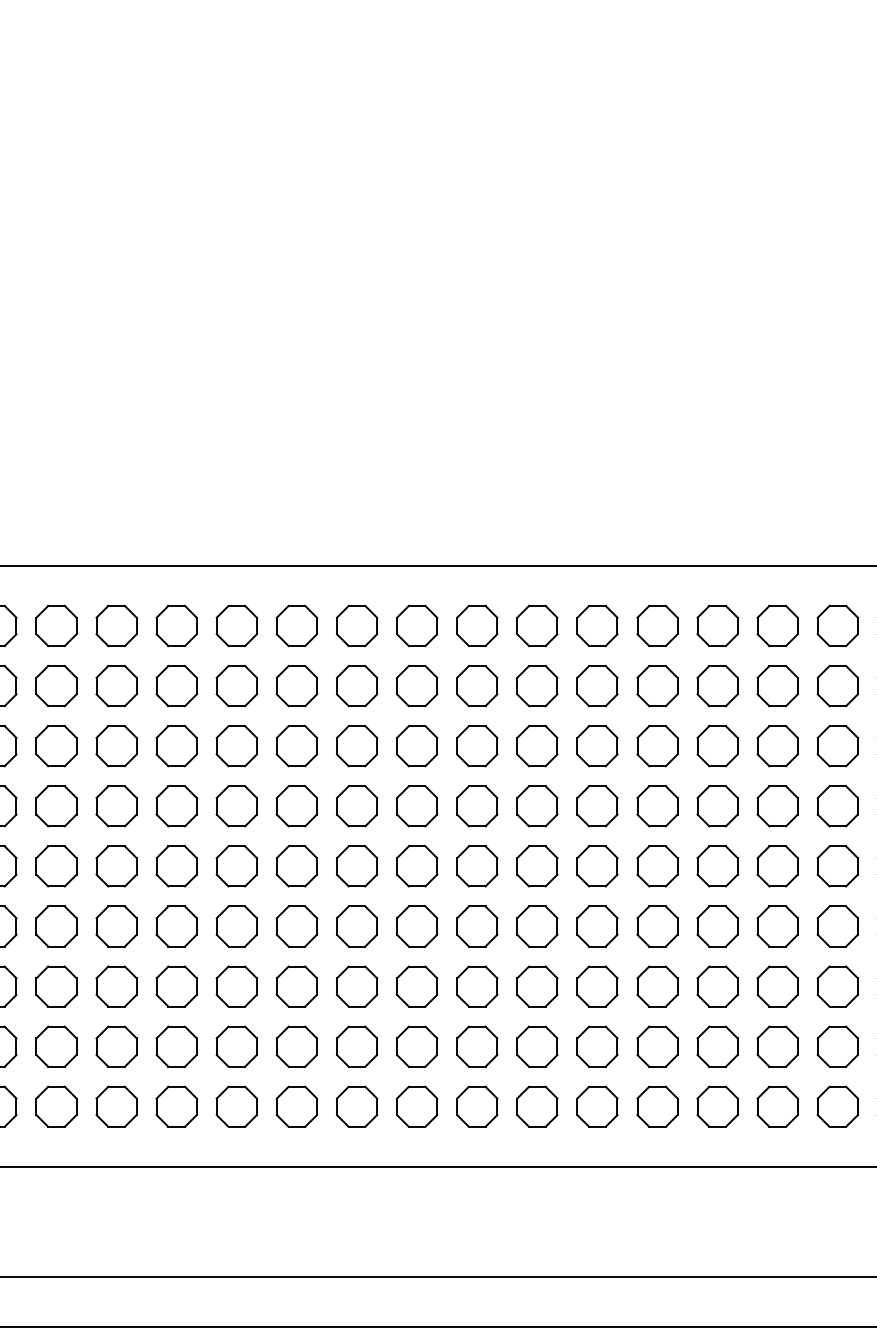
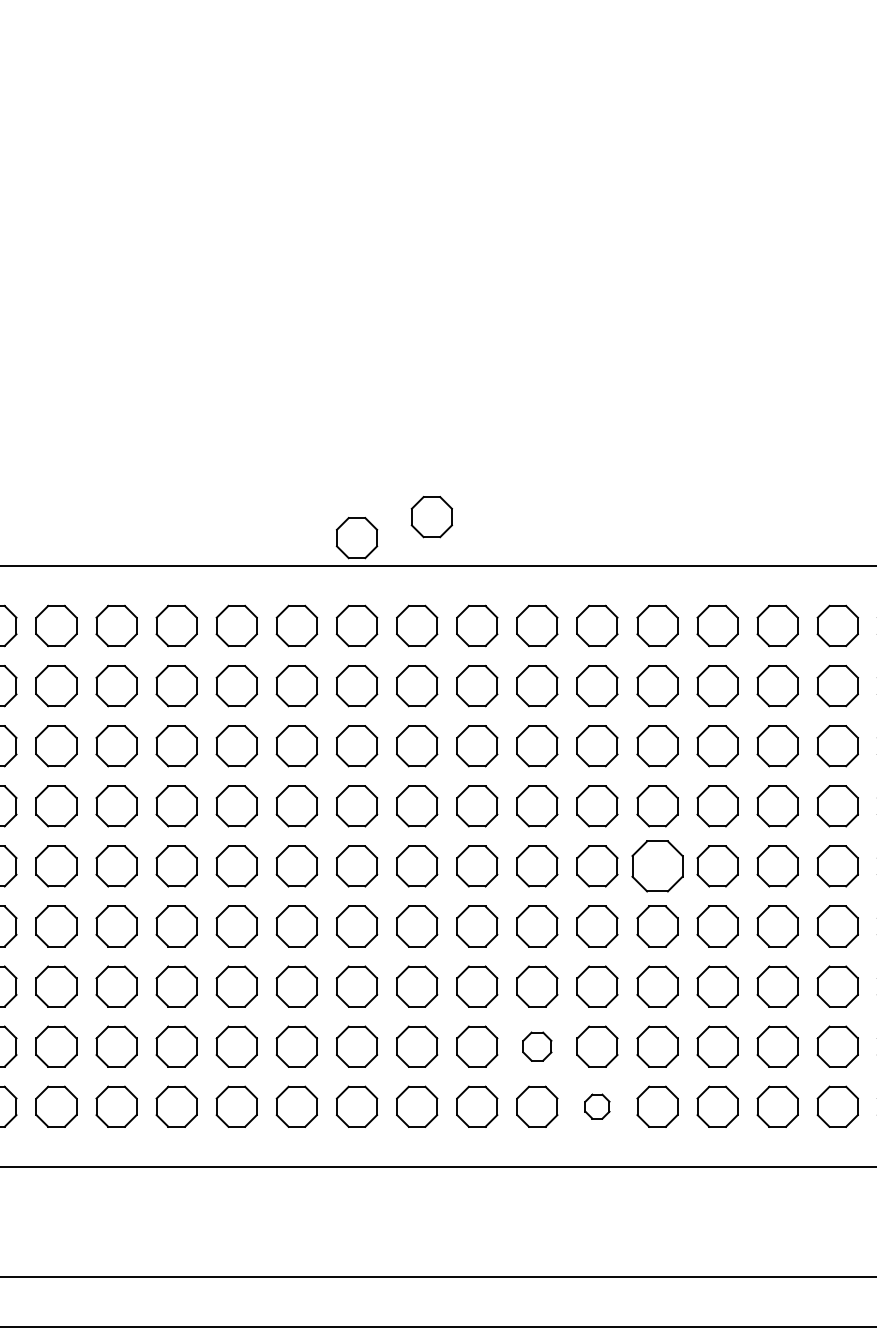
part at (431, 517): none -> present
part at (356, 538): none -> present
part at (657, 866) size: 43x43 px -> 53x53 px
part at (537, 1046) size: 43x43 px -> 31x31 px
part at (597, 1106) size: 43x43 px -> 27x27 px
